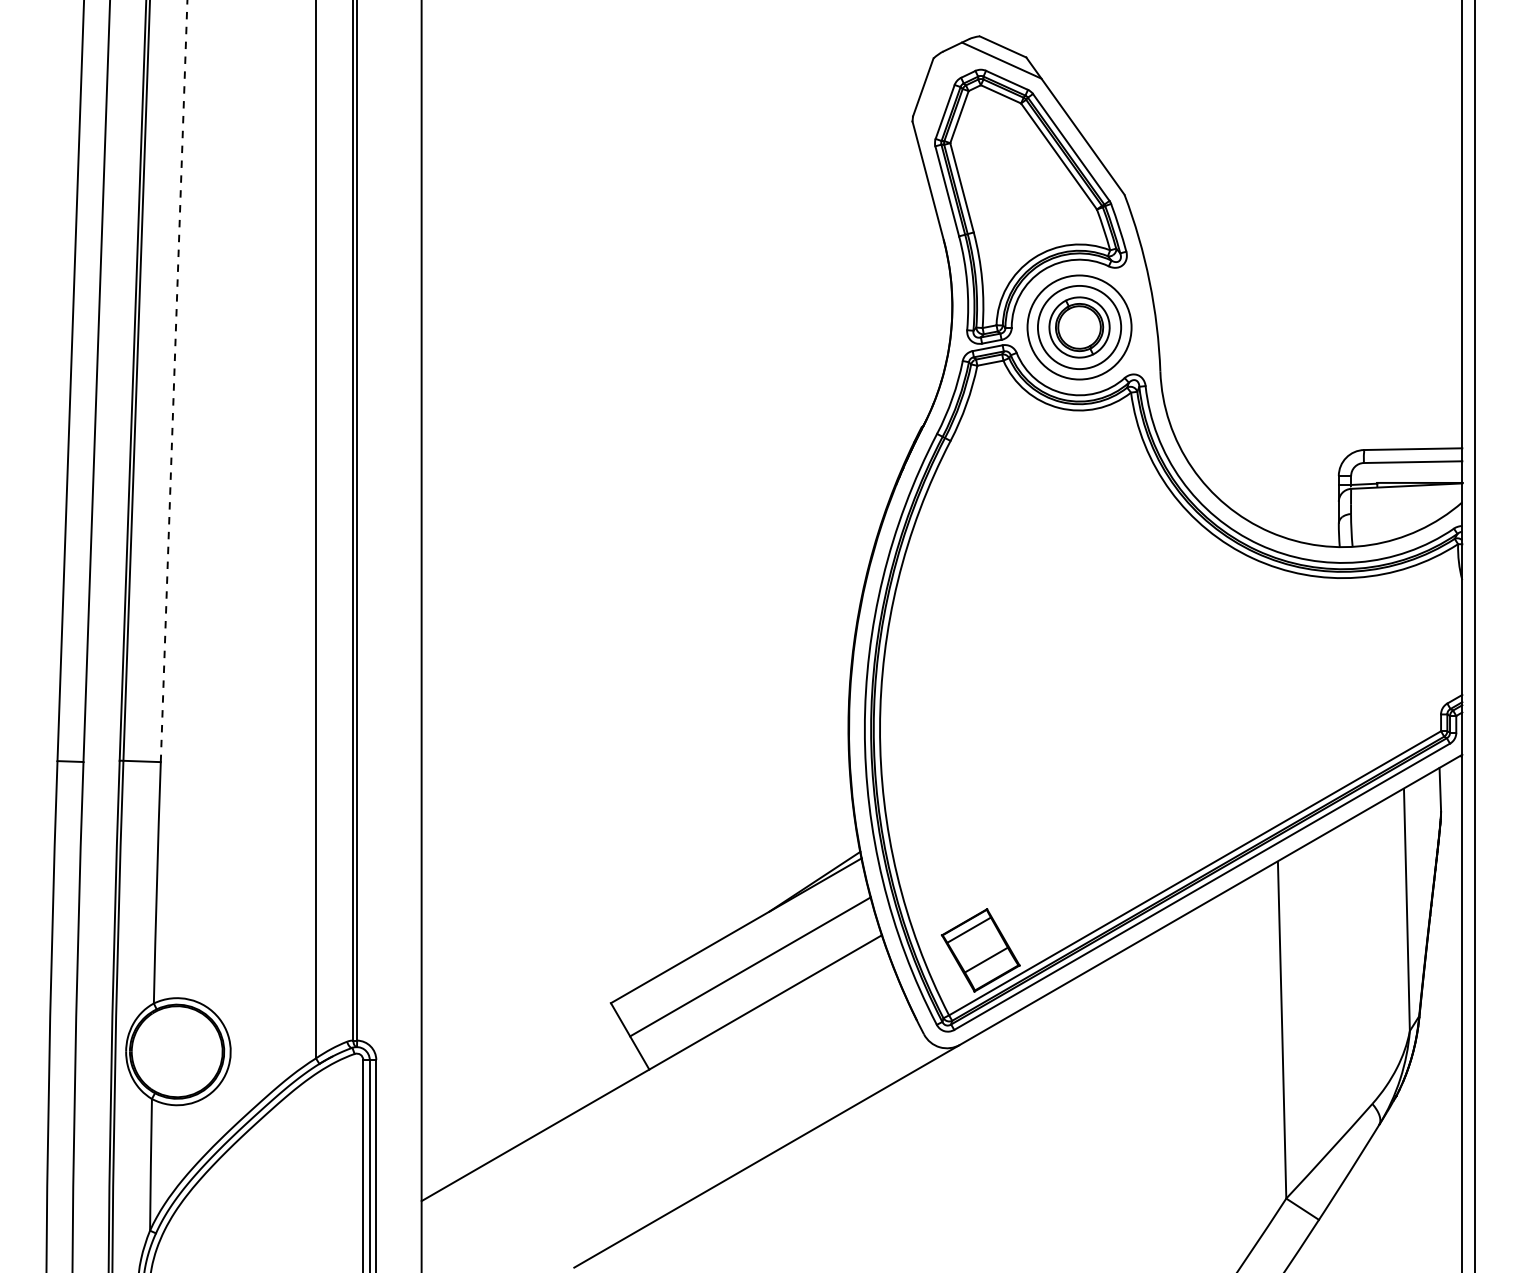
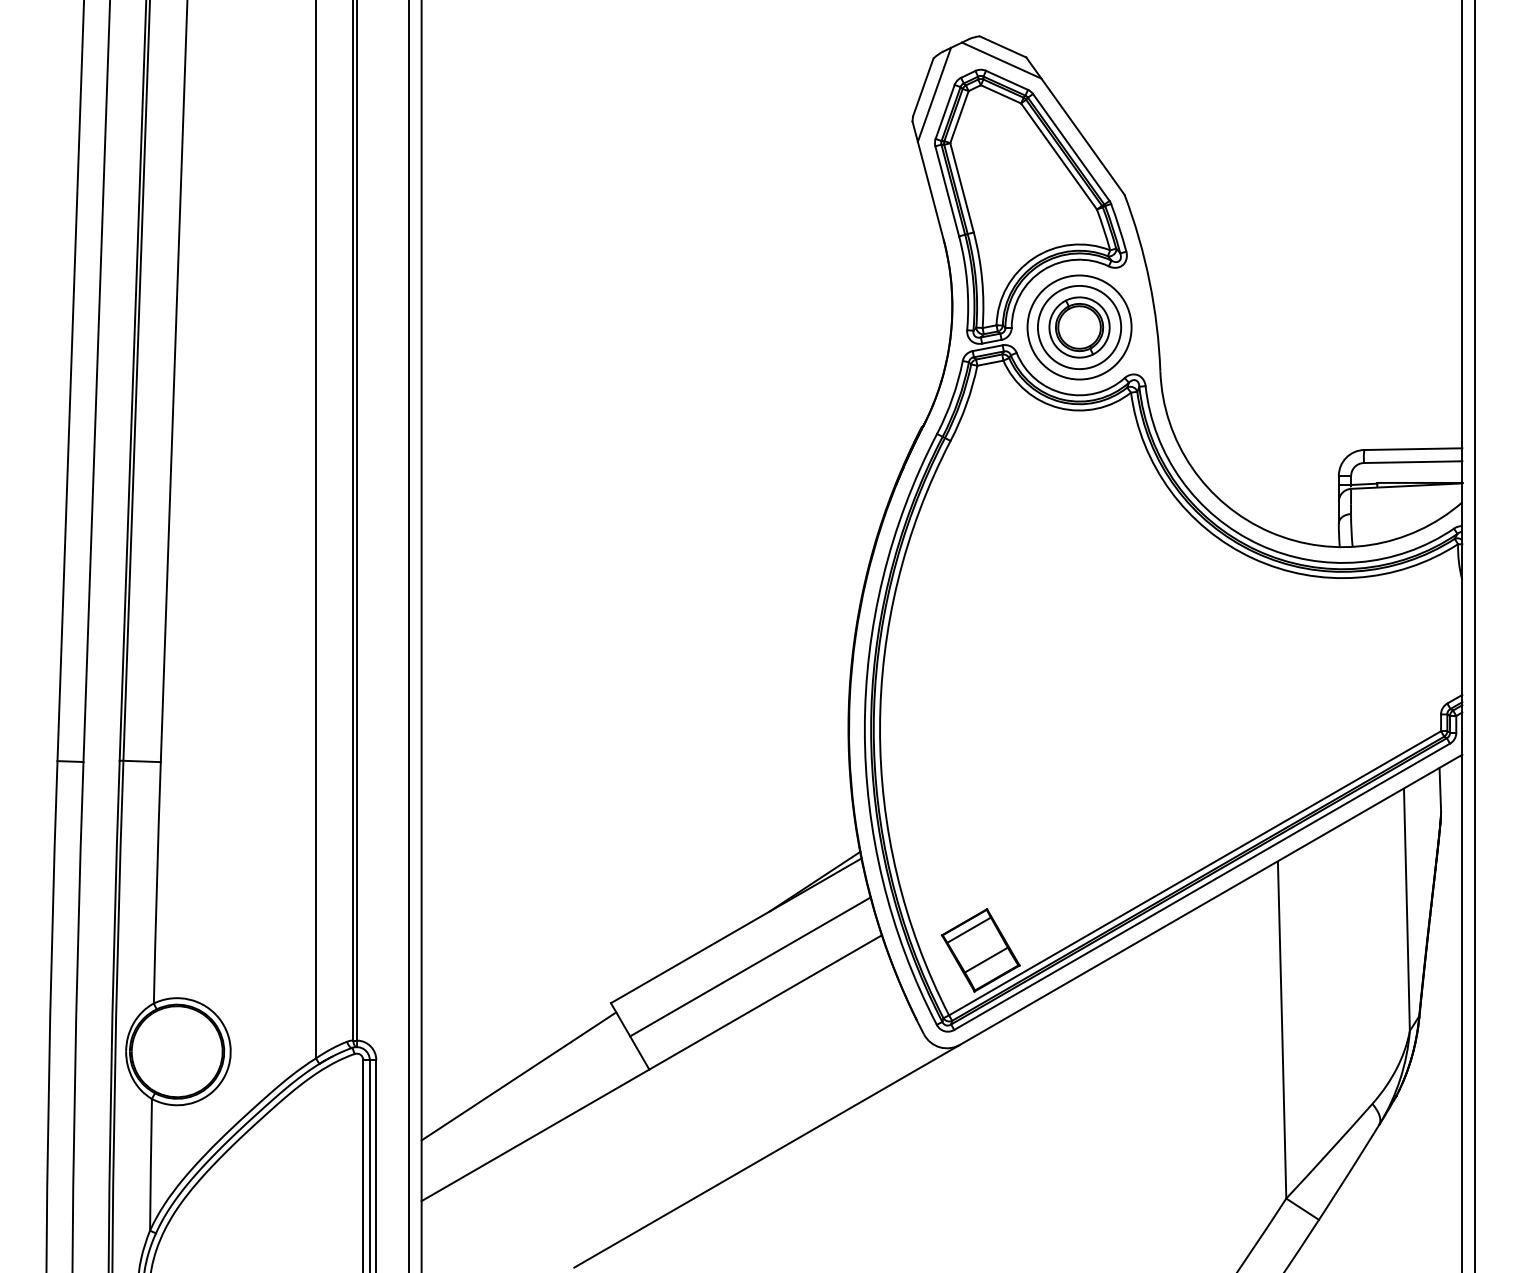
line at (934, 94): none -> present
line at (174, 380): dashed -> solid
line at (408, 635): none -> present
line at (518, 1076): none -> present
